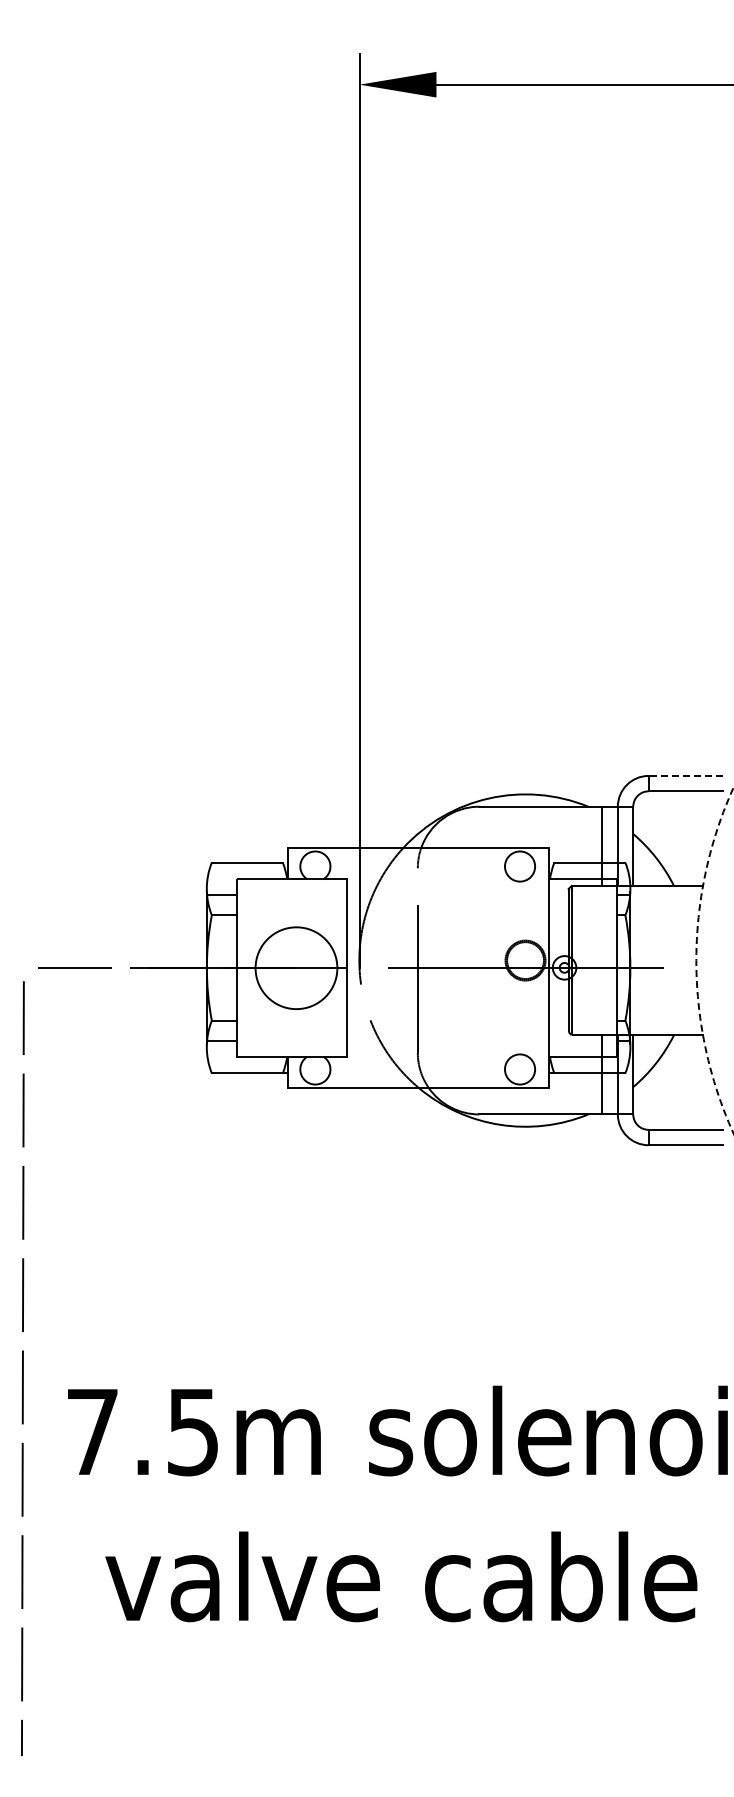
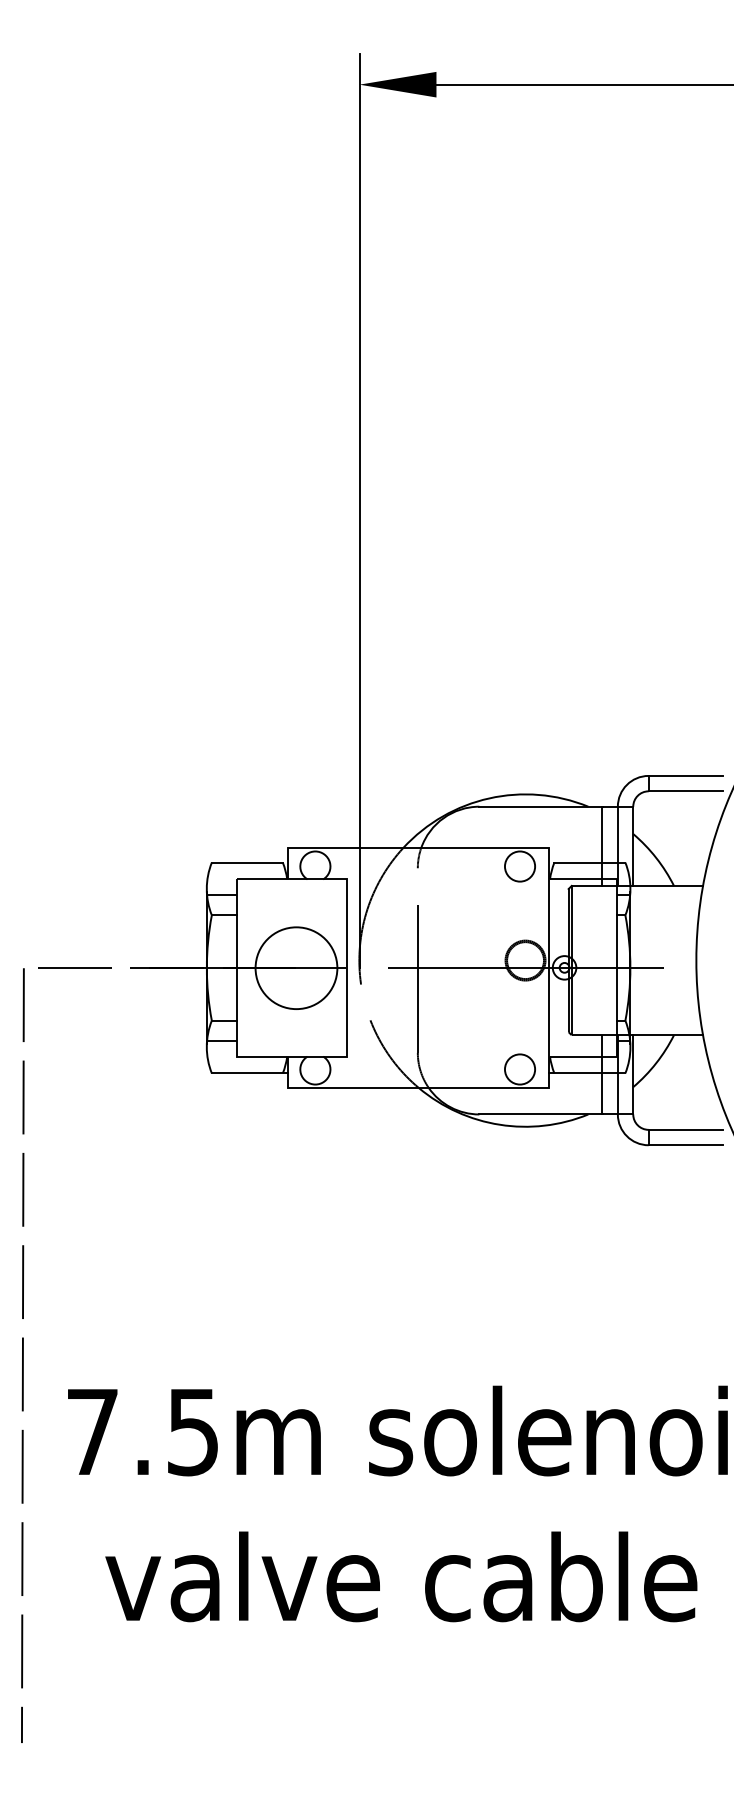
line at (685, 775): dashed -> solid
arc at (696, 960): dashed -> solid
line at (22, 1368) position: (22, 1368) -> (22, 1355)
